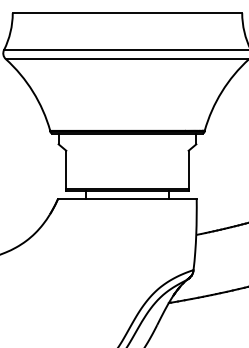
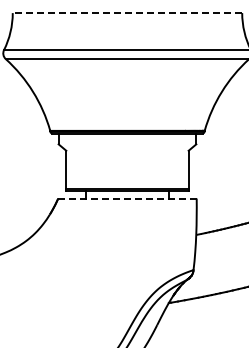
line at (127, 13): solid -> dashed
line at (127, 198): solid -> dashed
